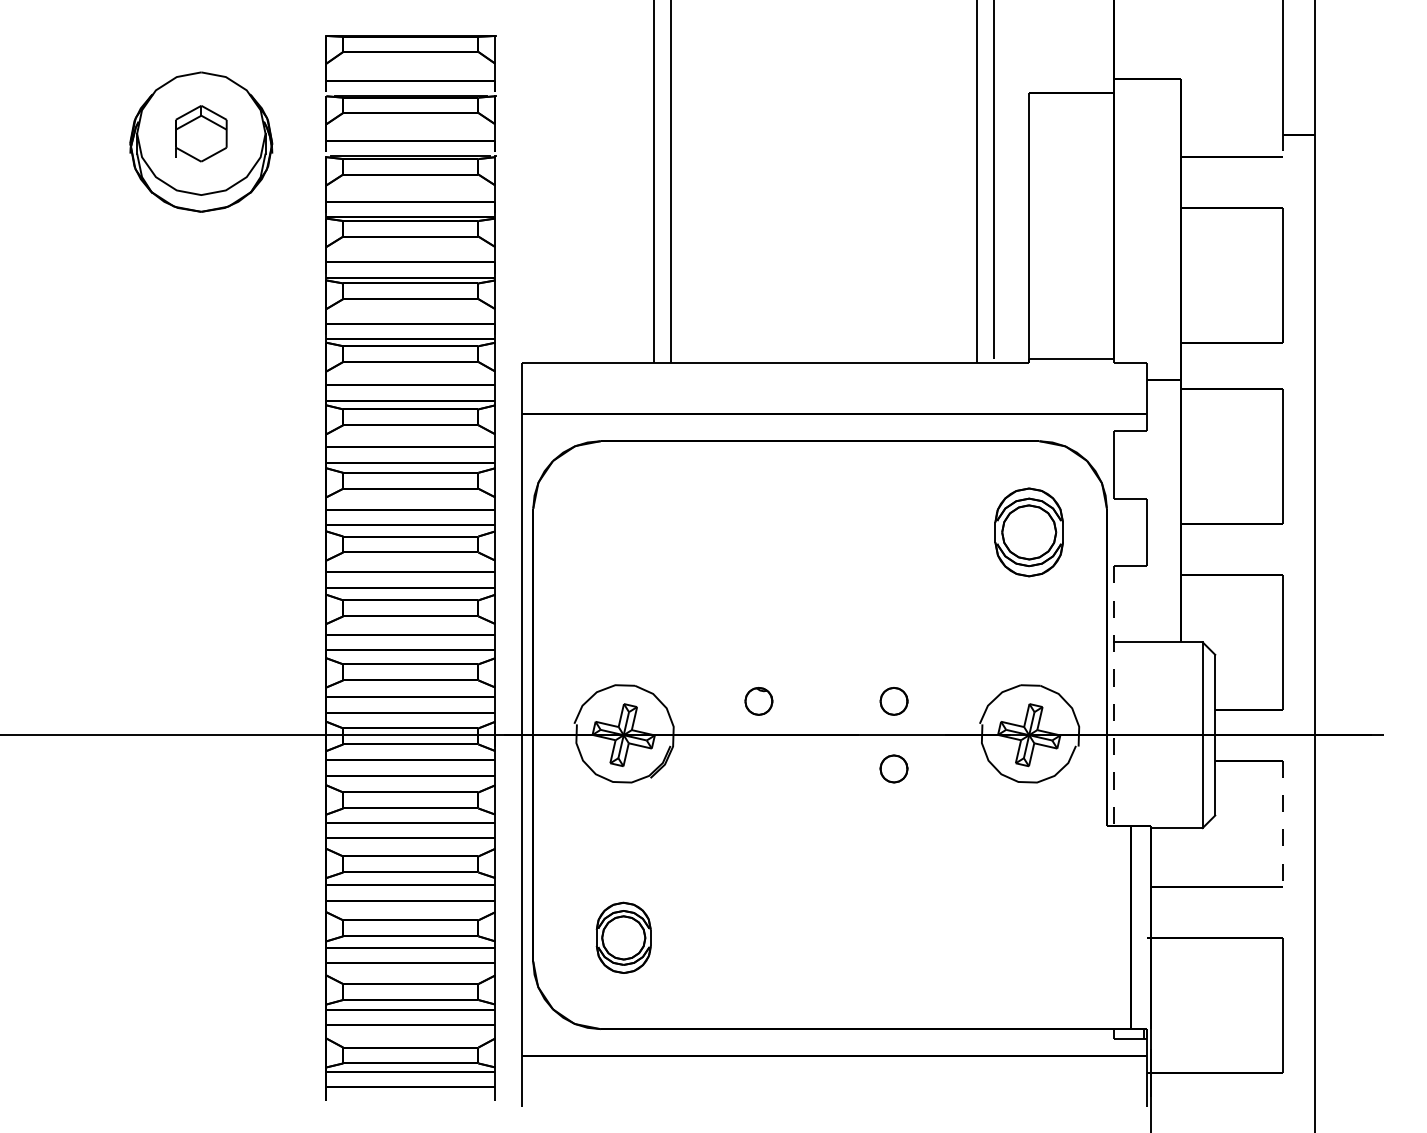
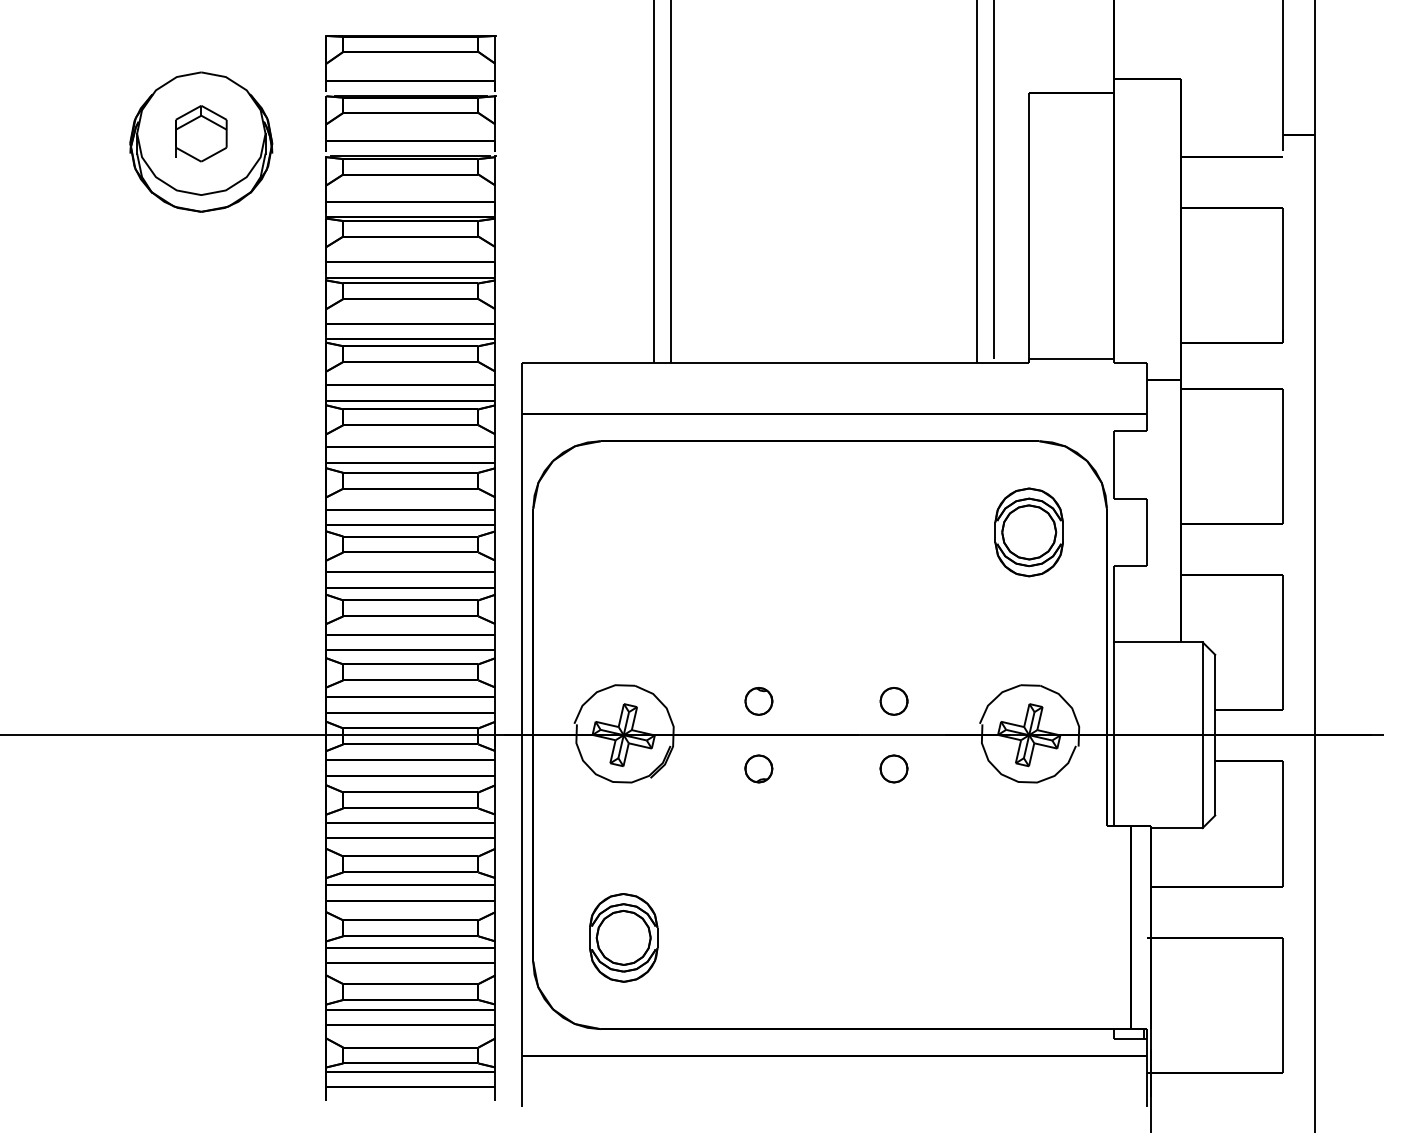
line at (1113, 696): dashed -> solid
part at (758, 768): none -> present
line at (1282, 824): dashed -> solid
part at (623, 937) size: 57x73 px -> 70x90 px
